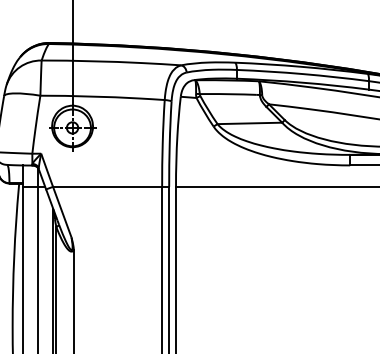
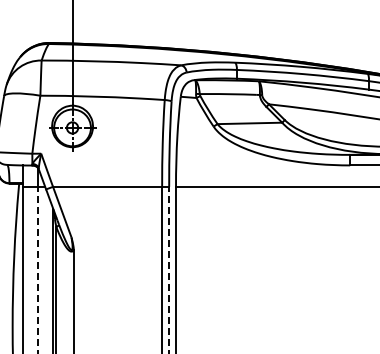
line at (37, 269): solid -> dashed
line at (169, 269): solid -> dashed
